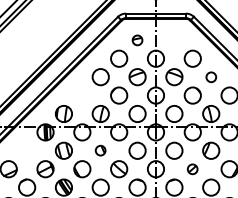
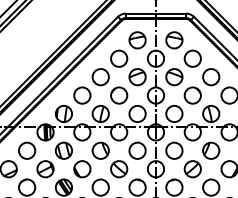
part at (137, 40) size: 13x13 px -> 19x19 px
part at (174, 40): none -> present
circle at (211, 77) size: 13x13 px -> 19x19 px
circle at (82, 95): none -> present
circle at (27, 150): none -> present
part at (100, 150) size: 13x13 px -> 19x19 px
part at (192, 169) size: 13x13 px -> 19x19 px
